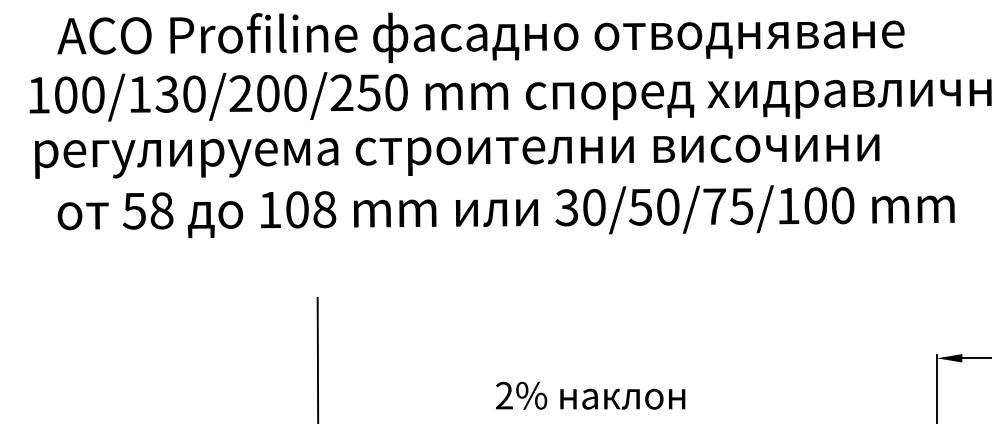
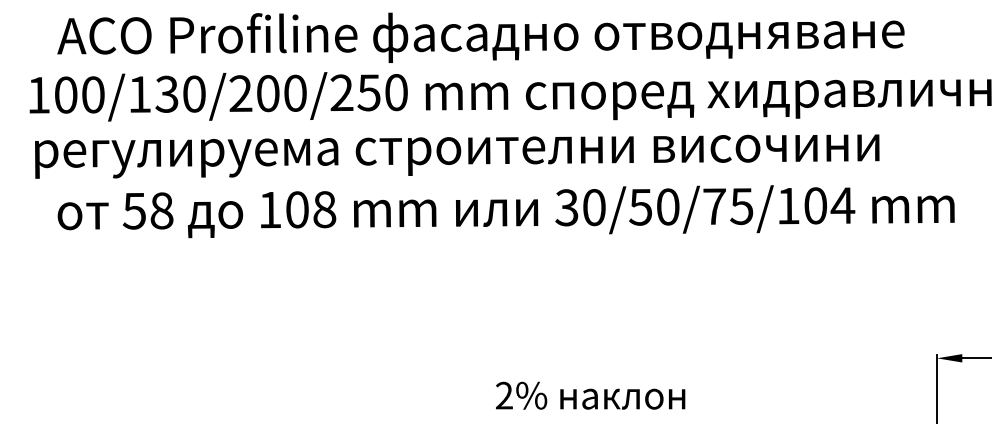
text at (842, 205): 30/50/75/100 -> 30/50/75/104
line at (317, 358): present -> none
